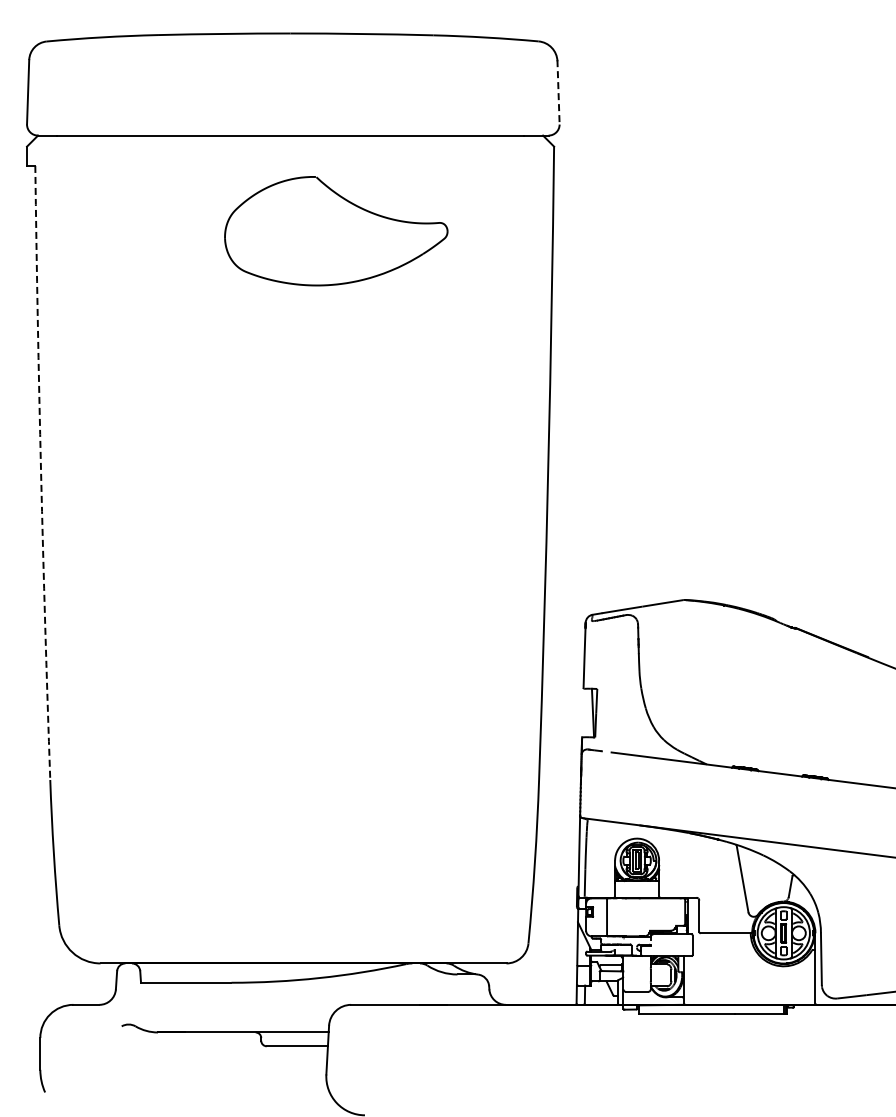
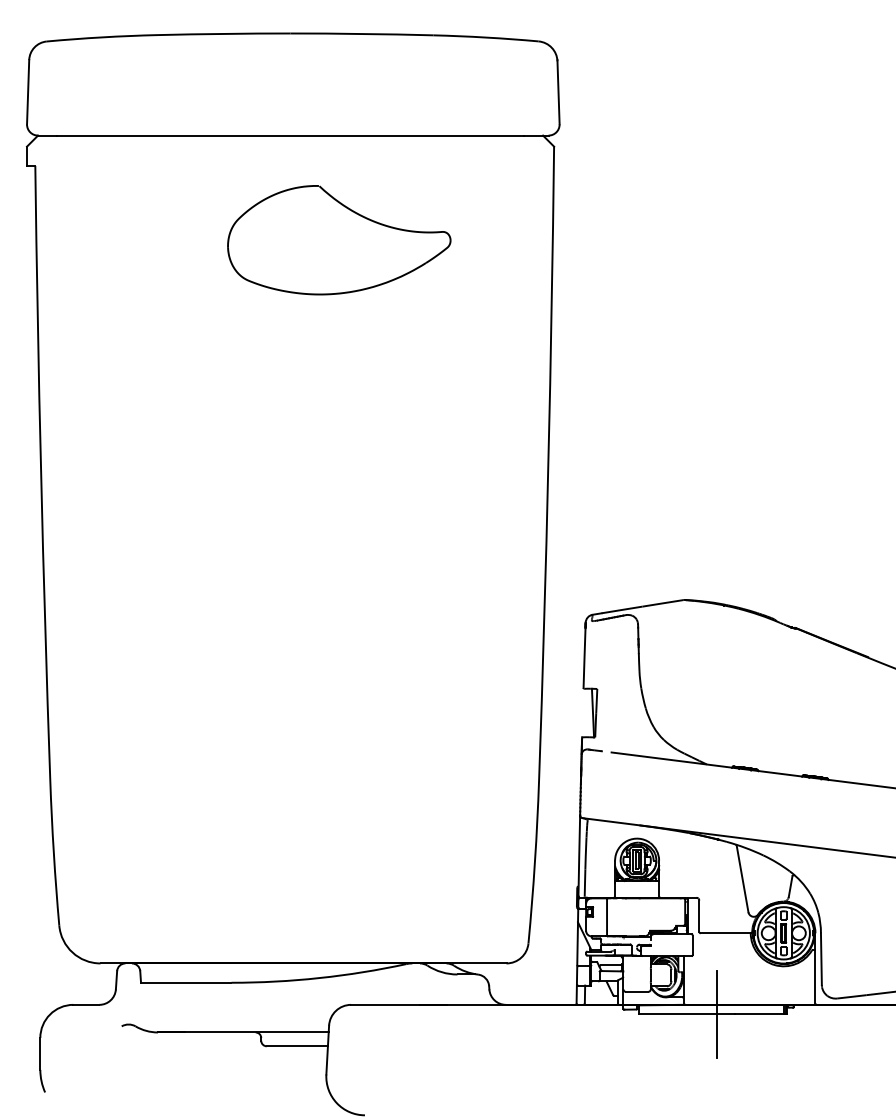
line at (558, 92): dashed -> solid
part at (336, 231) position: (336, 231) -> (339, 240)
arc at (41, 473): dashed -> solid
line at (716, 1014): none -> present
